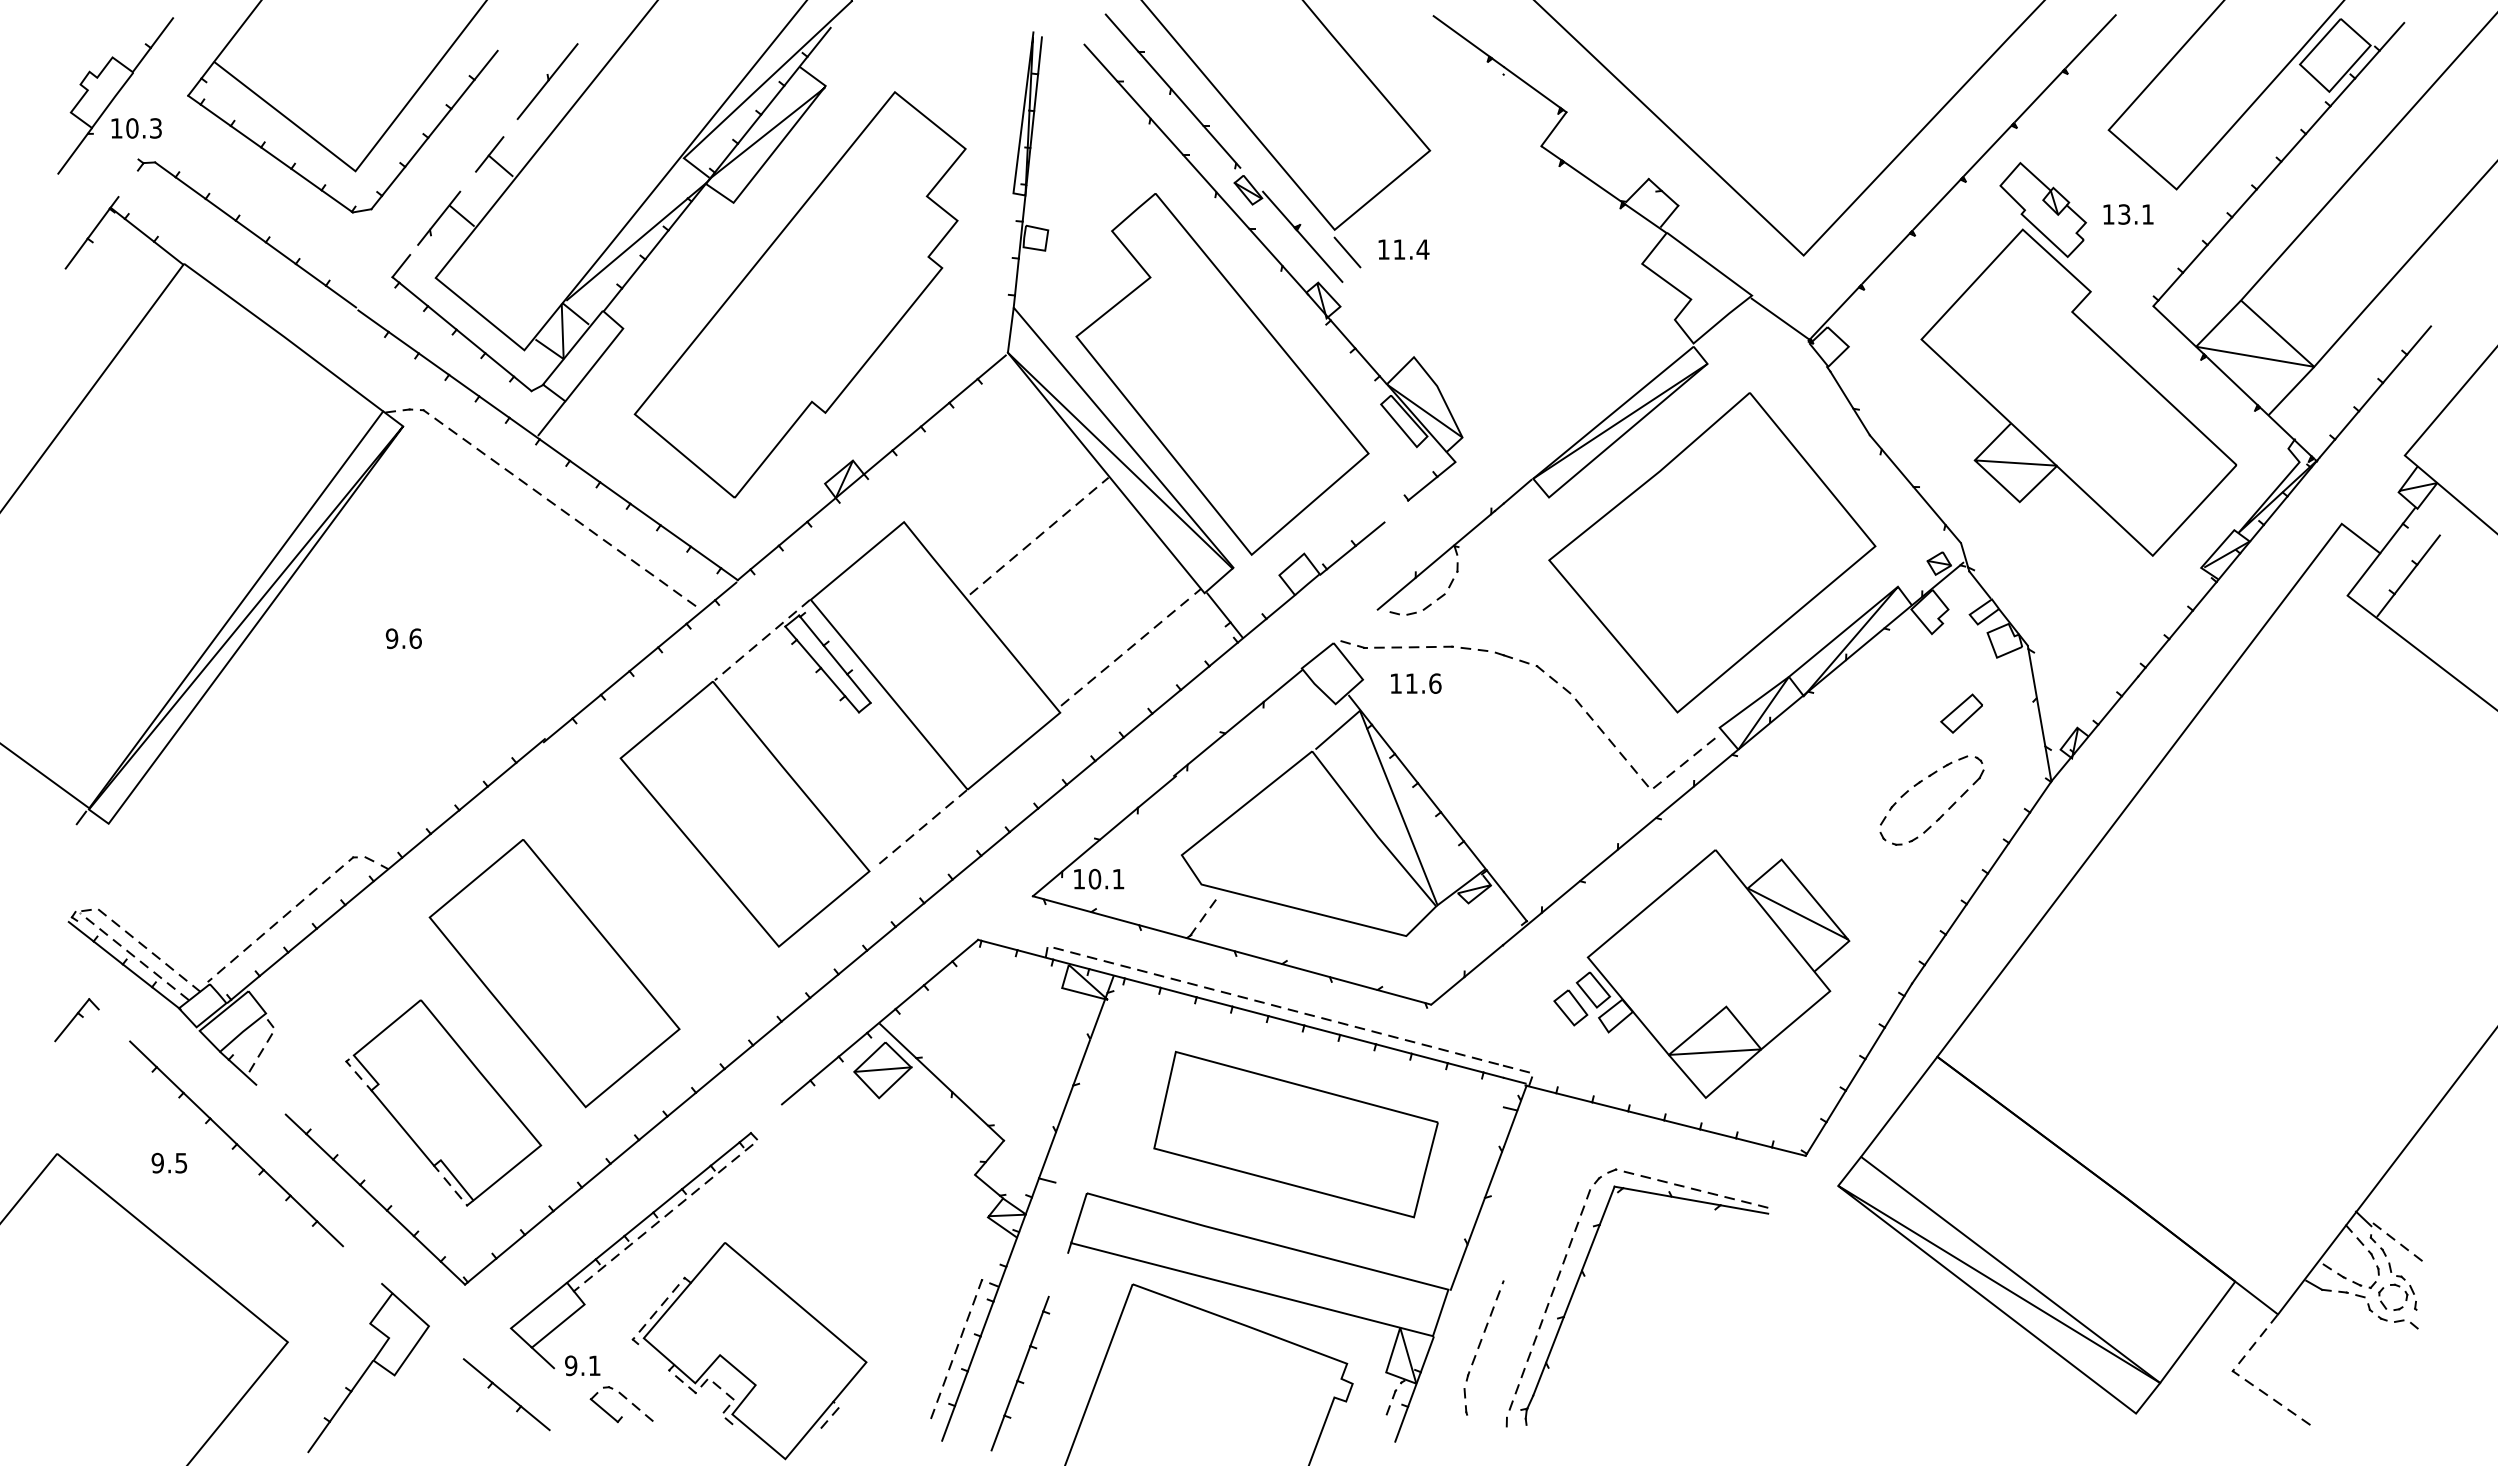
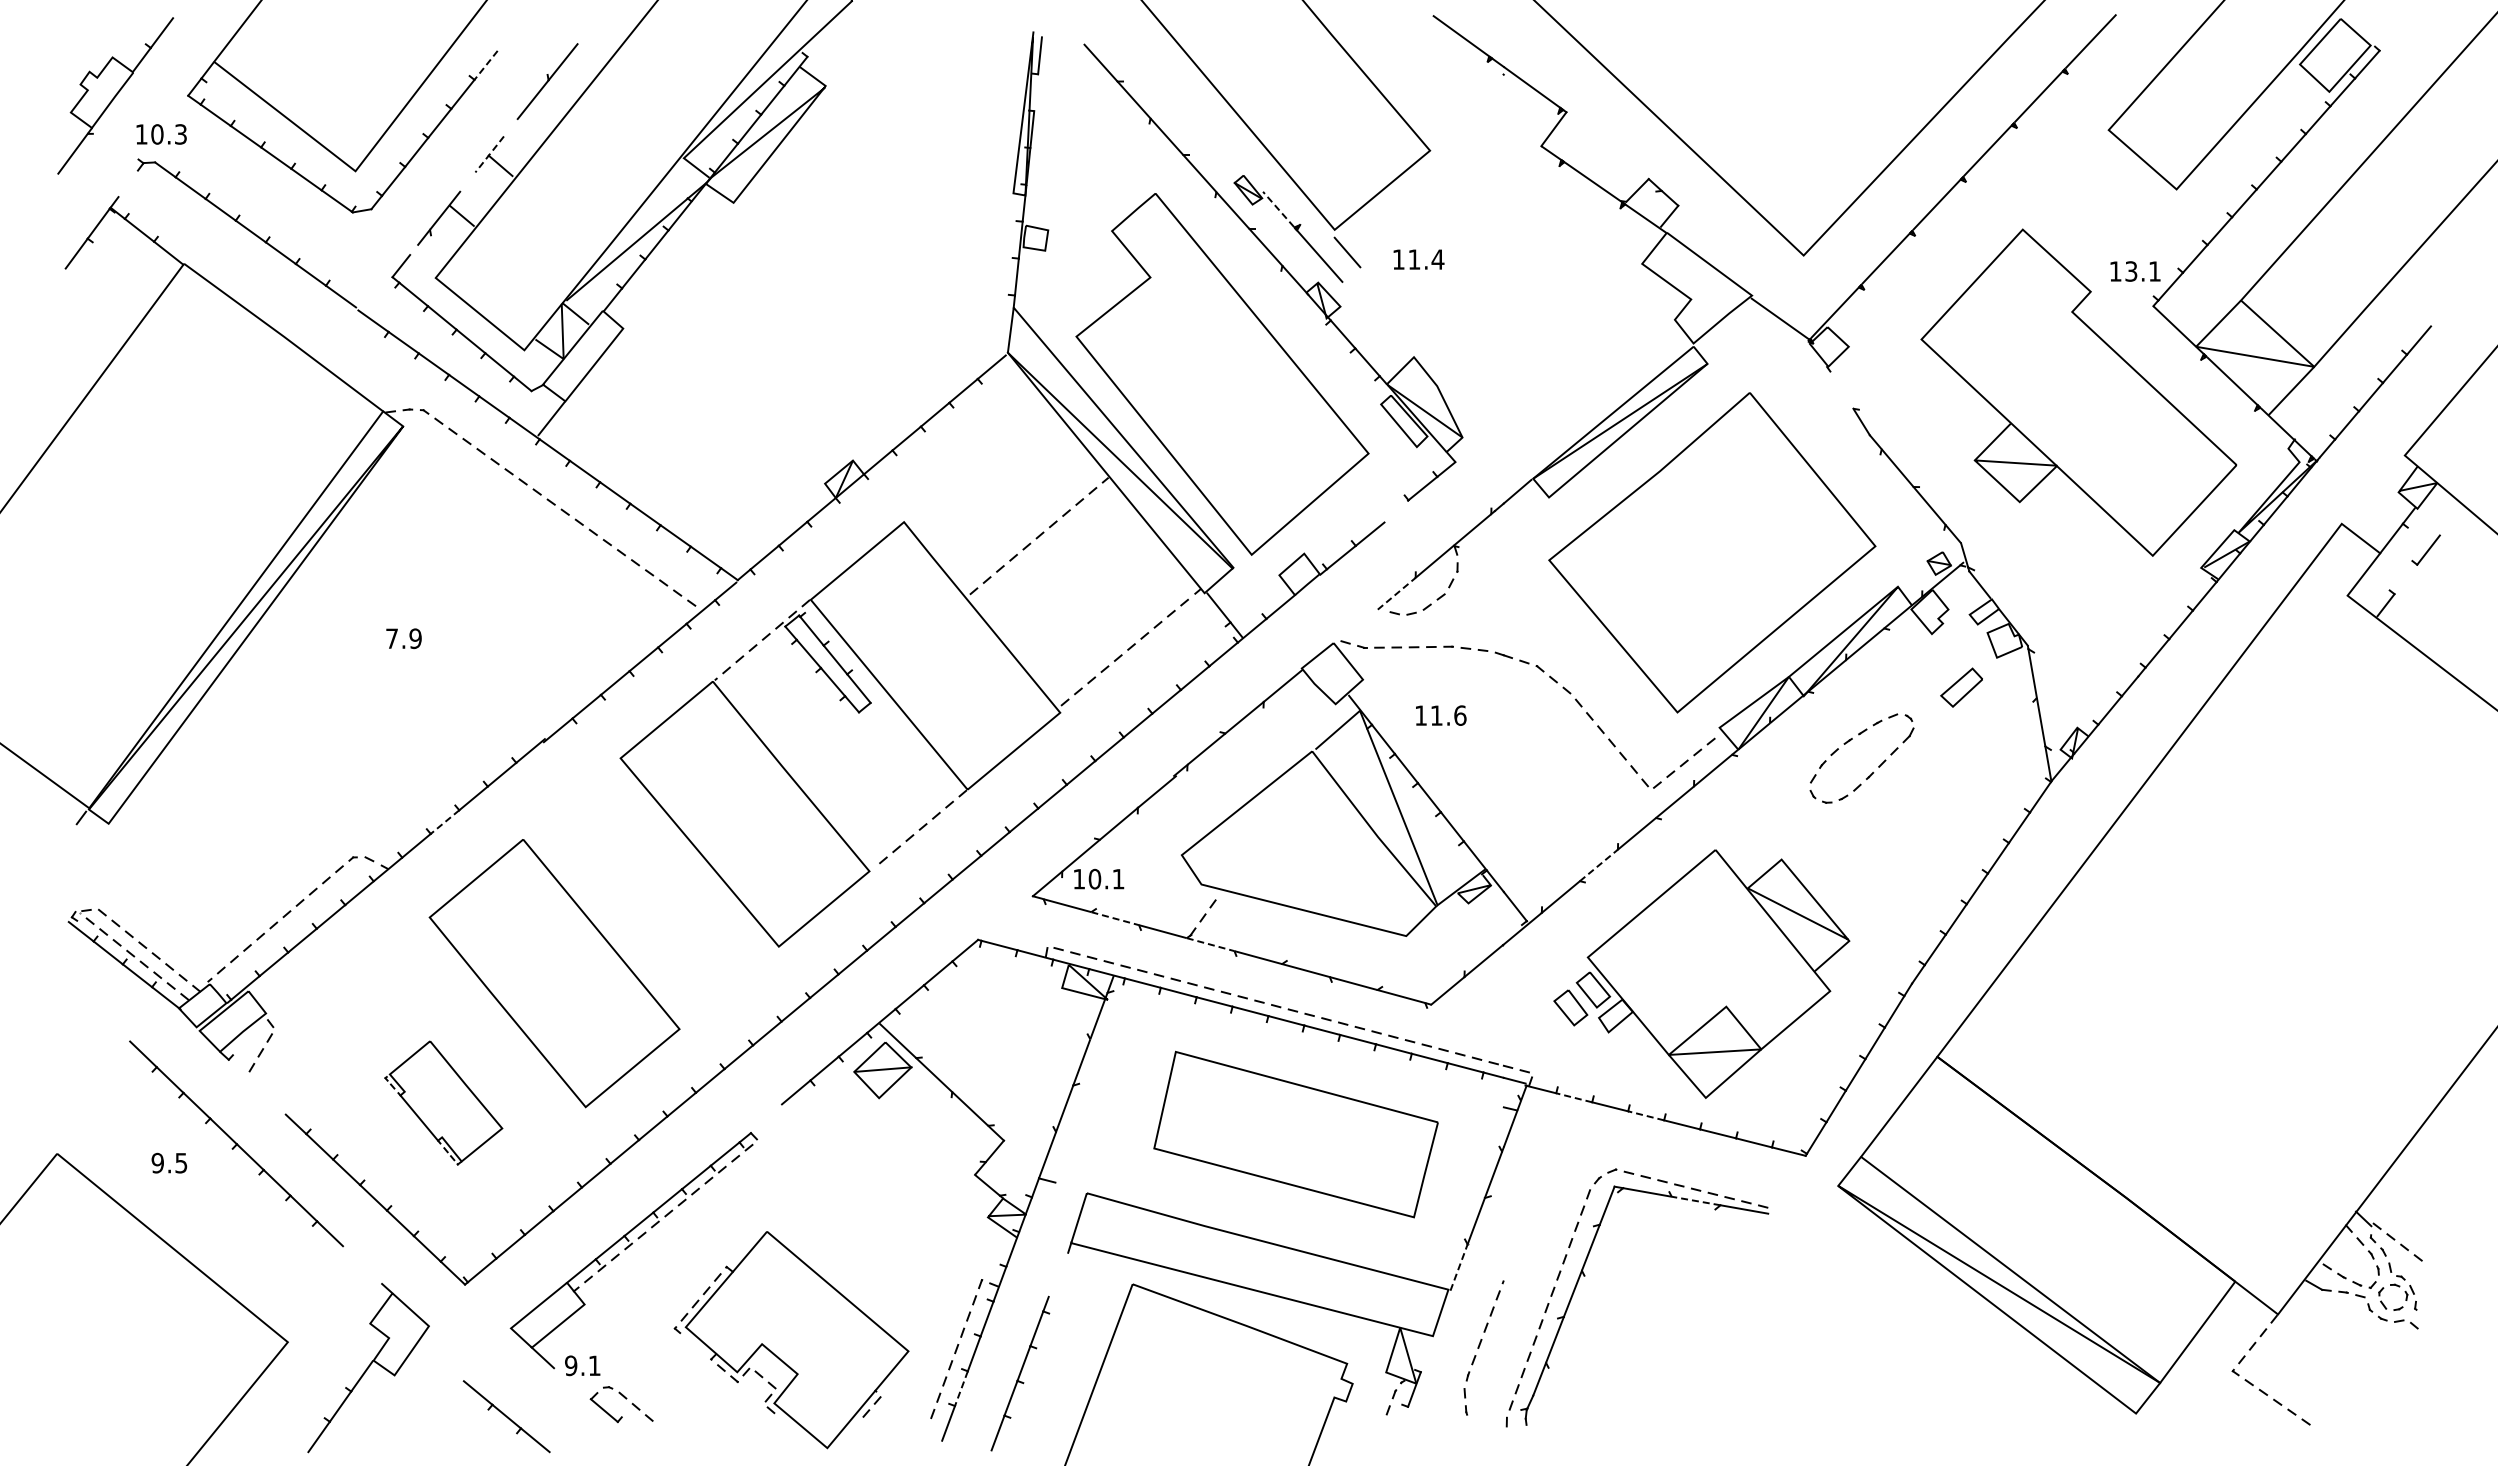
line at (2391, 36): present -> none
line at (818, 41): present -> none
line at (486, 65): solid -> dashed
part at (1172, 91): present -> none
line at (1036, 92): present -> none
text at (136, 128) position: (136, 128) -> (161, 134)
line at (489, 154): solid -> dashed
line at (1278, 209): solid -> dashed
part at (2042, 209): present -> none
text at (2128, 214) position: (2128, 214) -> (2135, 271)
text at (1403, 249) position: (1403, 249) -> (1418, 259)
part at (799, 294): present -> none
line at (1841, 389): present -> none
line at (2405, 579): present -> none
line at (1396, 593): solid -> dashed
text at (403, 638): 9.6 -> 7.9
text at (1416, 683) position: (1416, 683) -> (1441, 715)
part at (1961, 713) position: (1961, 713) -> (1961, 687)
part at (1943, 813) position: (1943, 813) -> (1873, 771)
line at (445, 822): solid -> dashed
line at (1598, 866): solid -> dashed
line at (1115, 918): solid -> dashed
line at (1210, 944): solid -> dashed
part at (76, 1020): present -> none
line at (242, 1071): present -> none
line at (1574, 1097): solid -> dashed
part at (443, 1102) size: 198x208 px -> 120x126 px
line at (1646, 1115): solid -> dashed
line at (1696, 1201): solid -> dashed
line at (1459, 1266): solid -> dashed
part at (749, 1351) position: (749, 1351) -> (791, 1340)
line at (1426, 1354): present -> none
line at (961, 1388): solid -> dashed
part at (506, 1394) position: (506, 1394) -> (506, 1416)
line at (1401, 1423): present -> none
